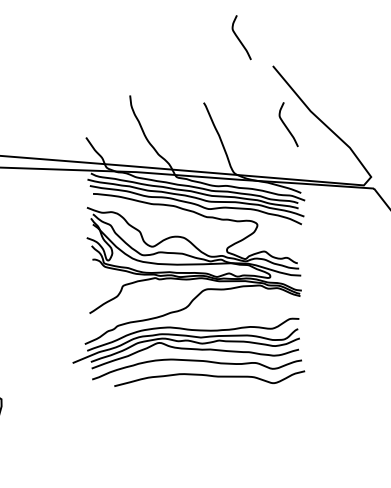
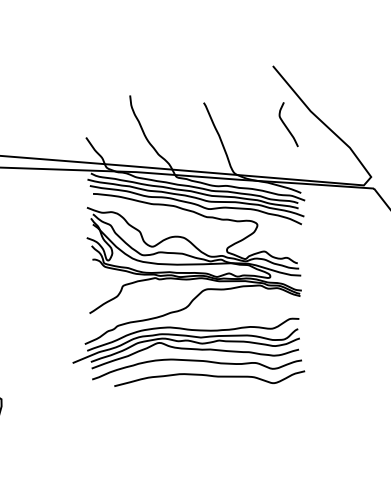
curve at (239, 38): present -> none
